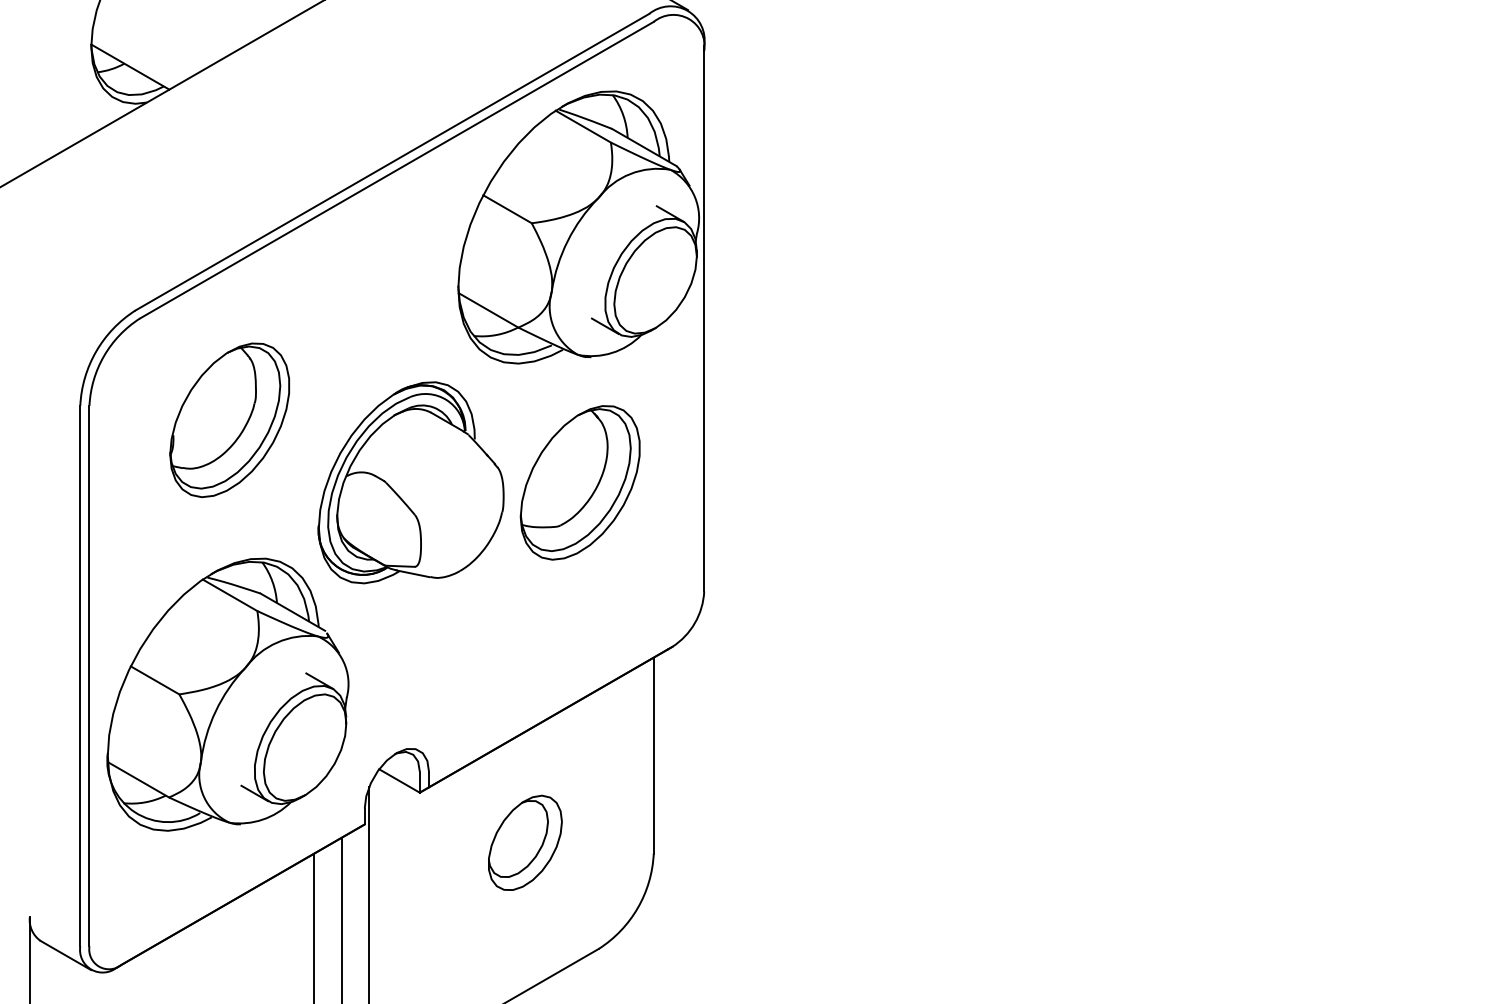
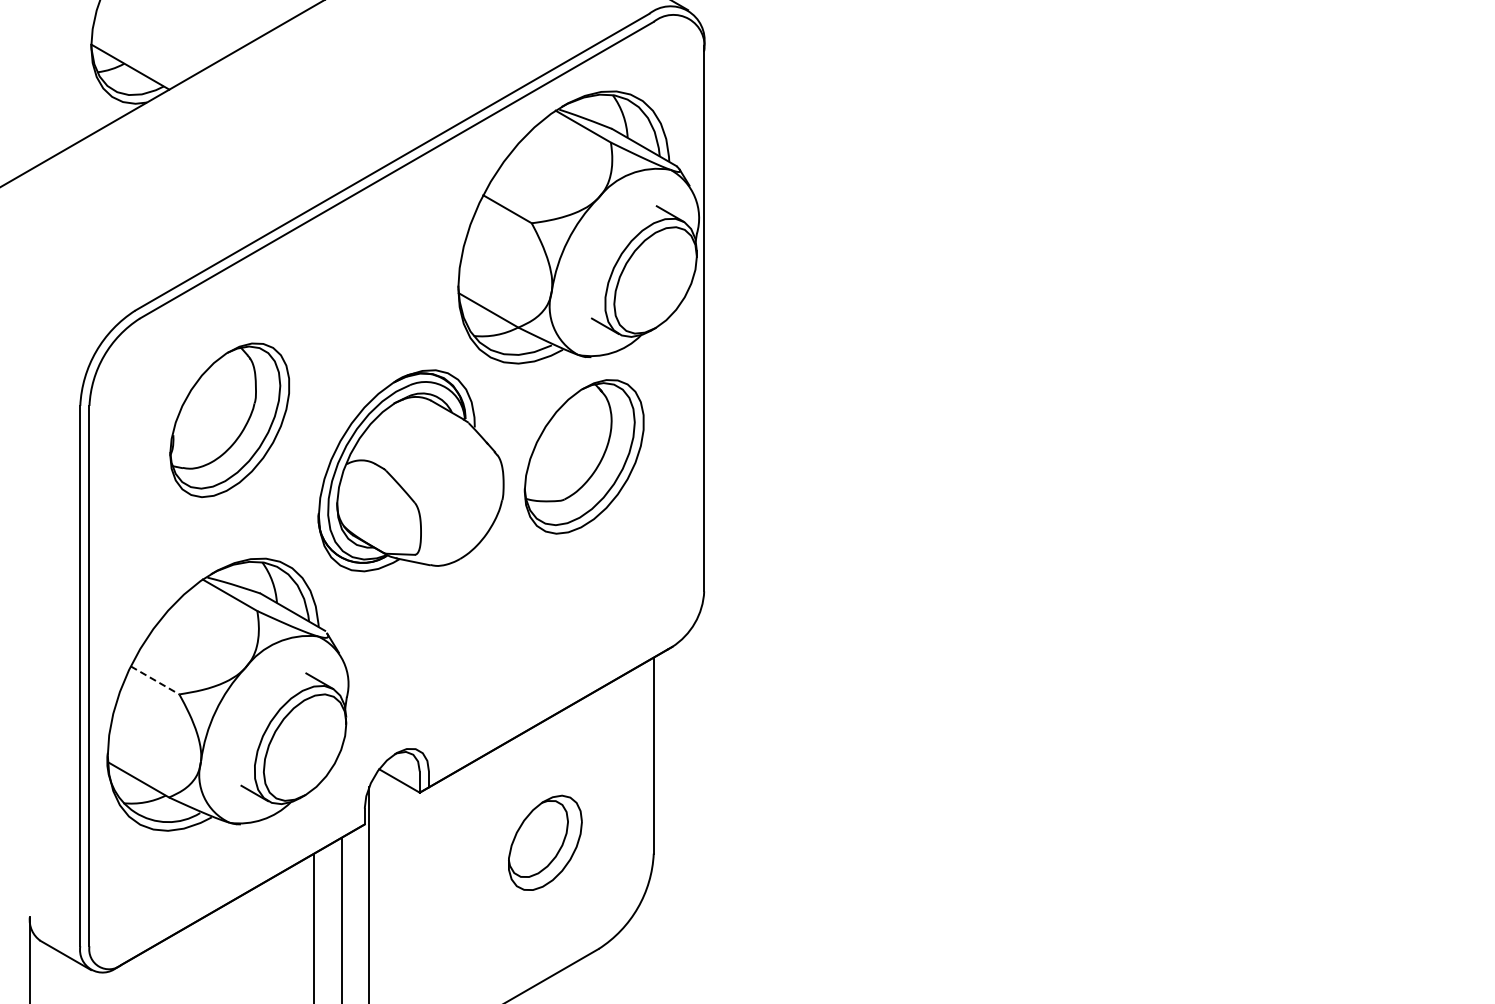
part at (410, 482) position: (410, 482) -> (410, 470)
part at (579, 482) position: (579, 482) -> (583, 456)
line at (155, 680): solid -> dashed
part at (525, 842) position: (525, 842) -> (545, 842)
